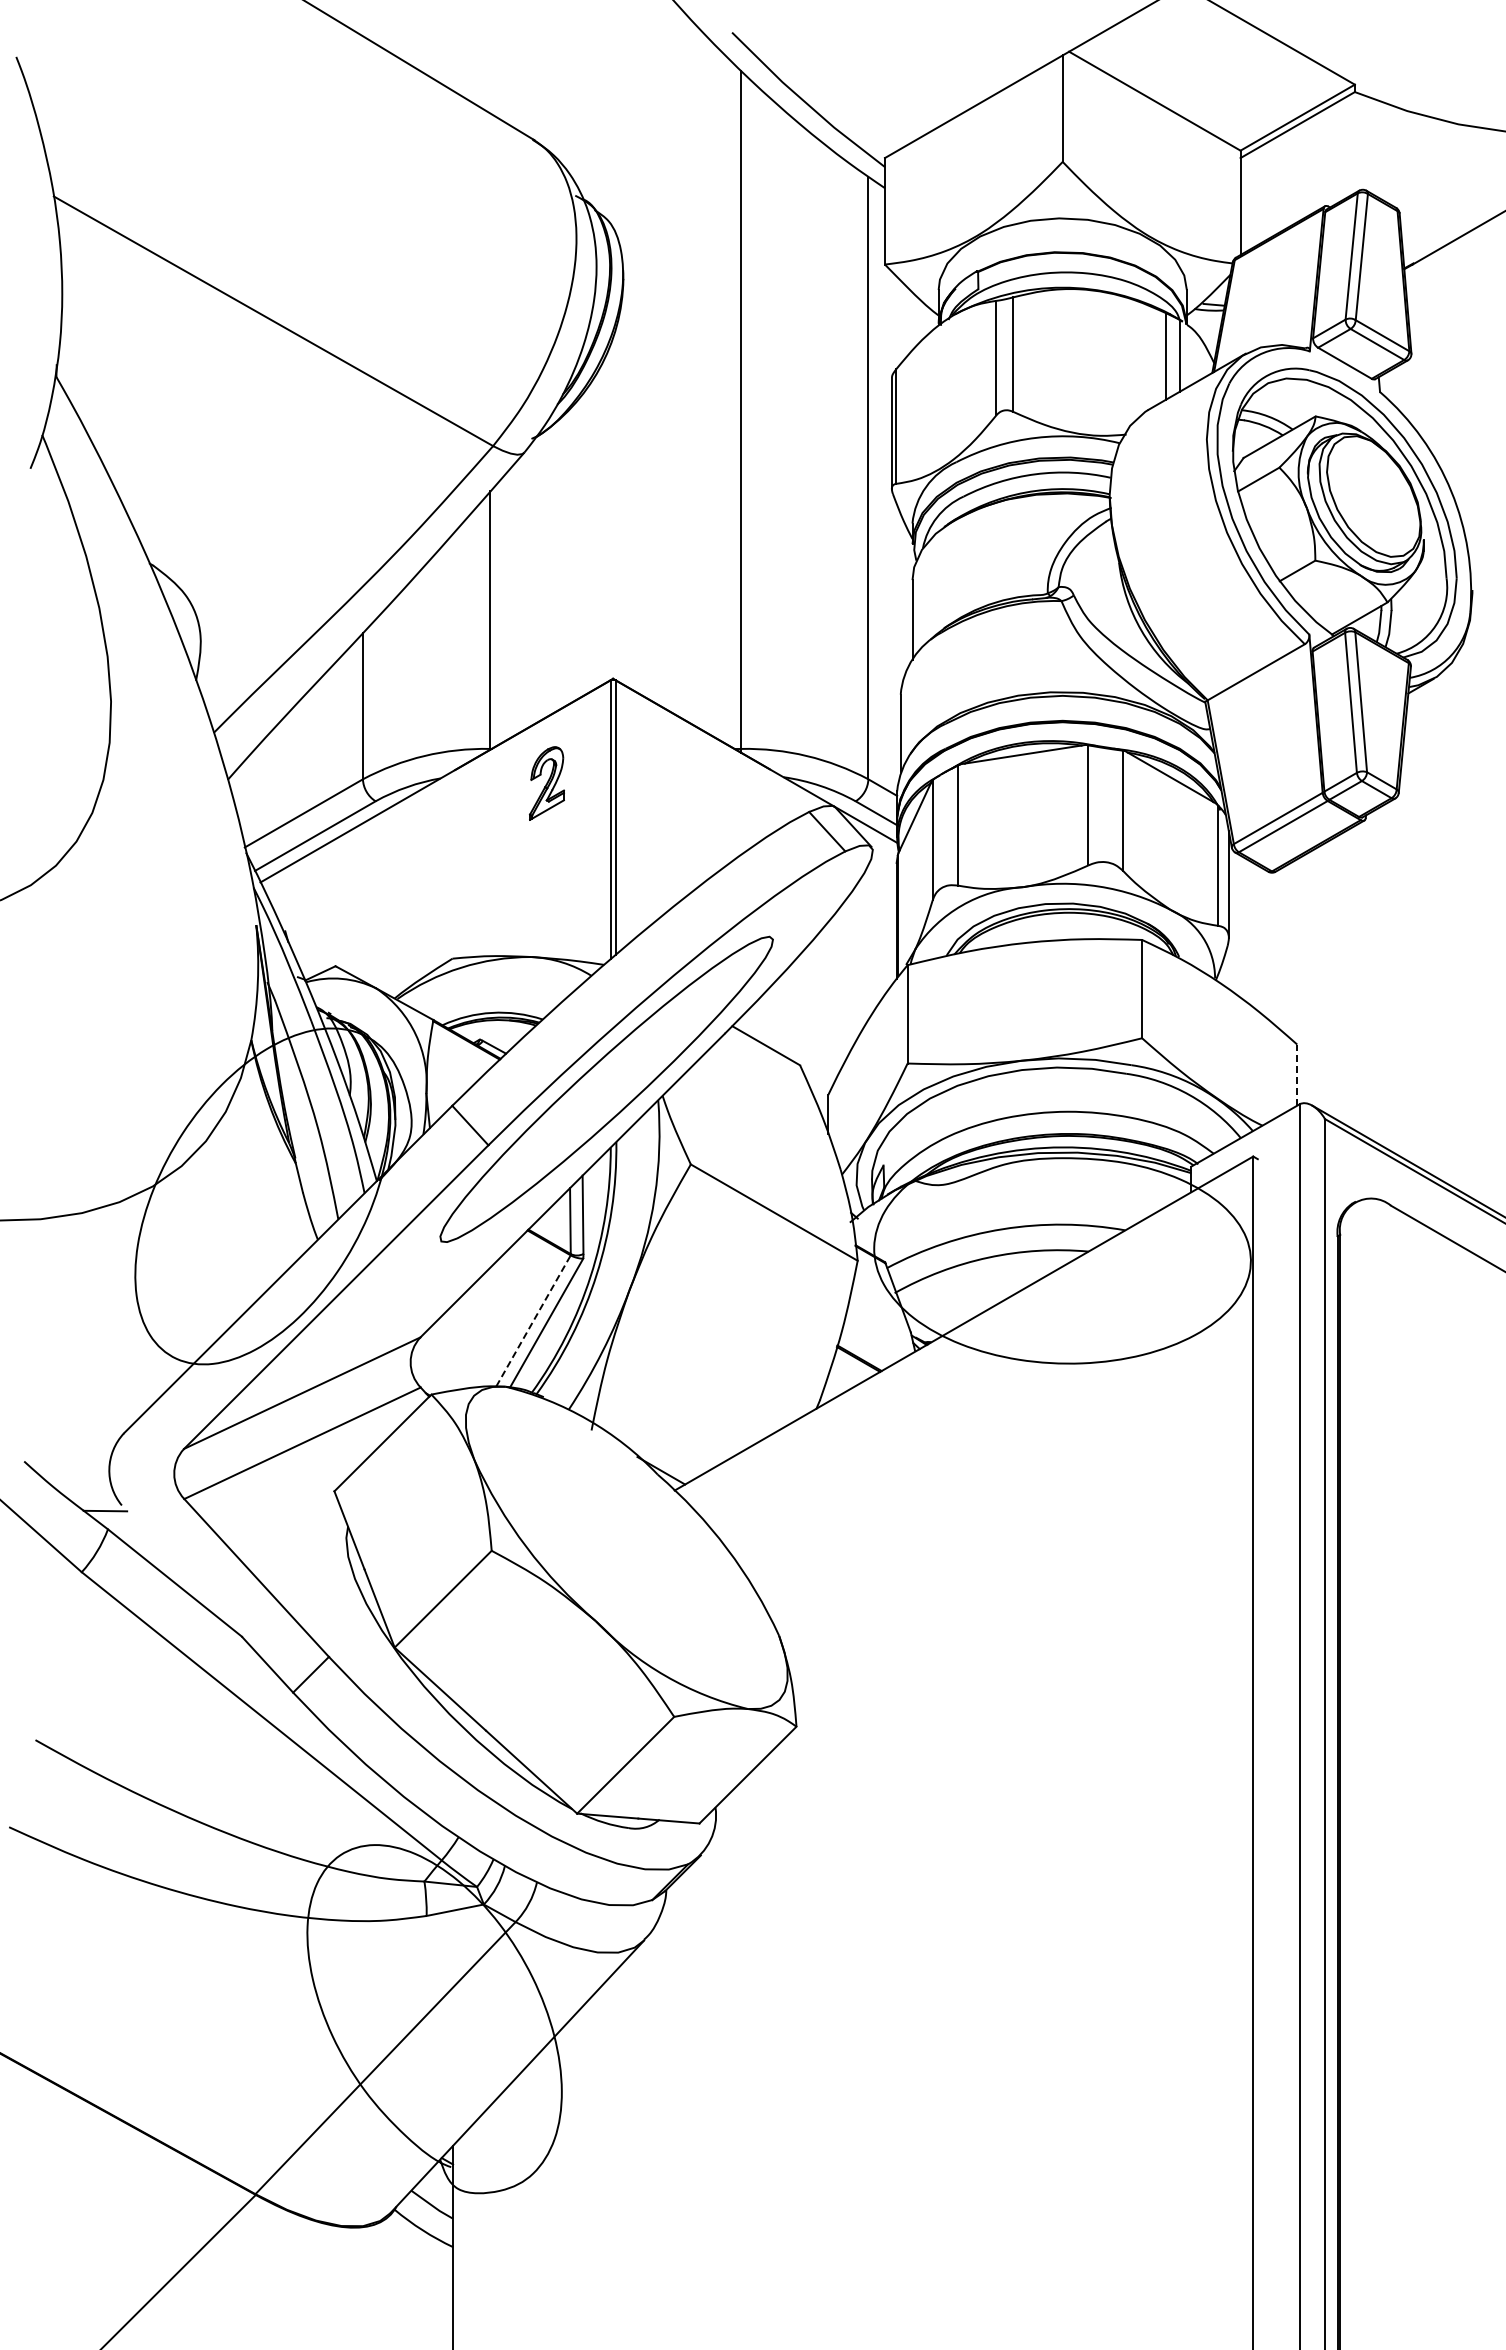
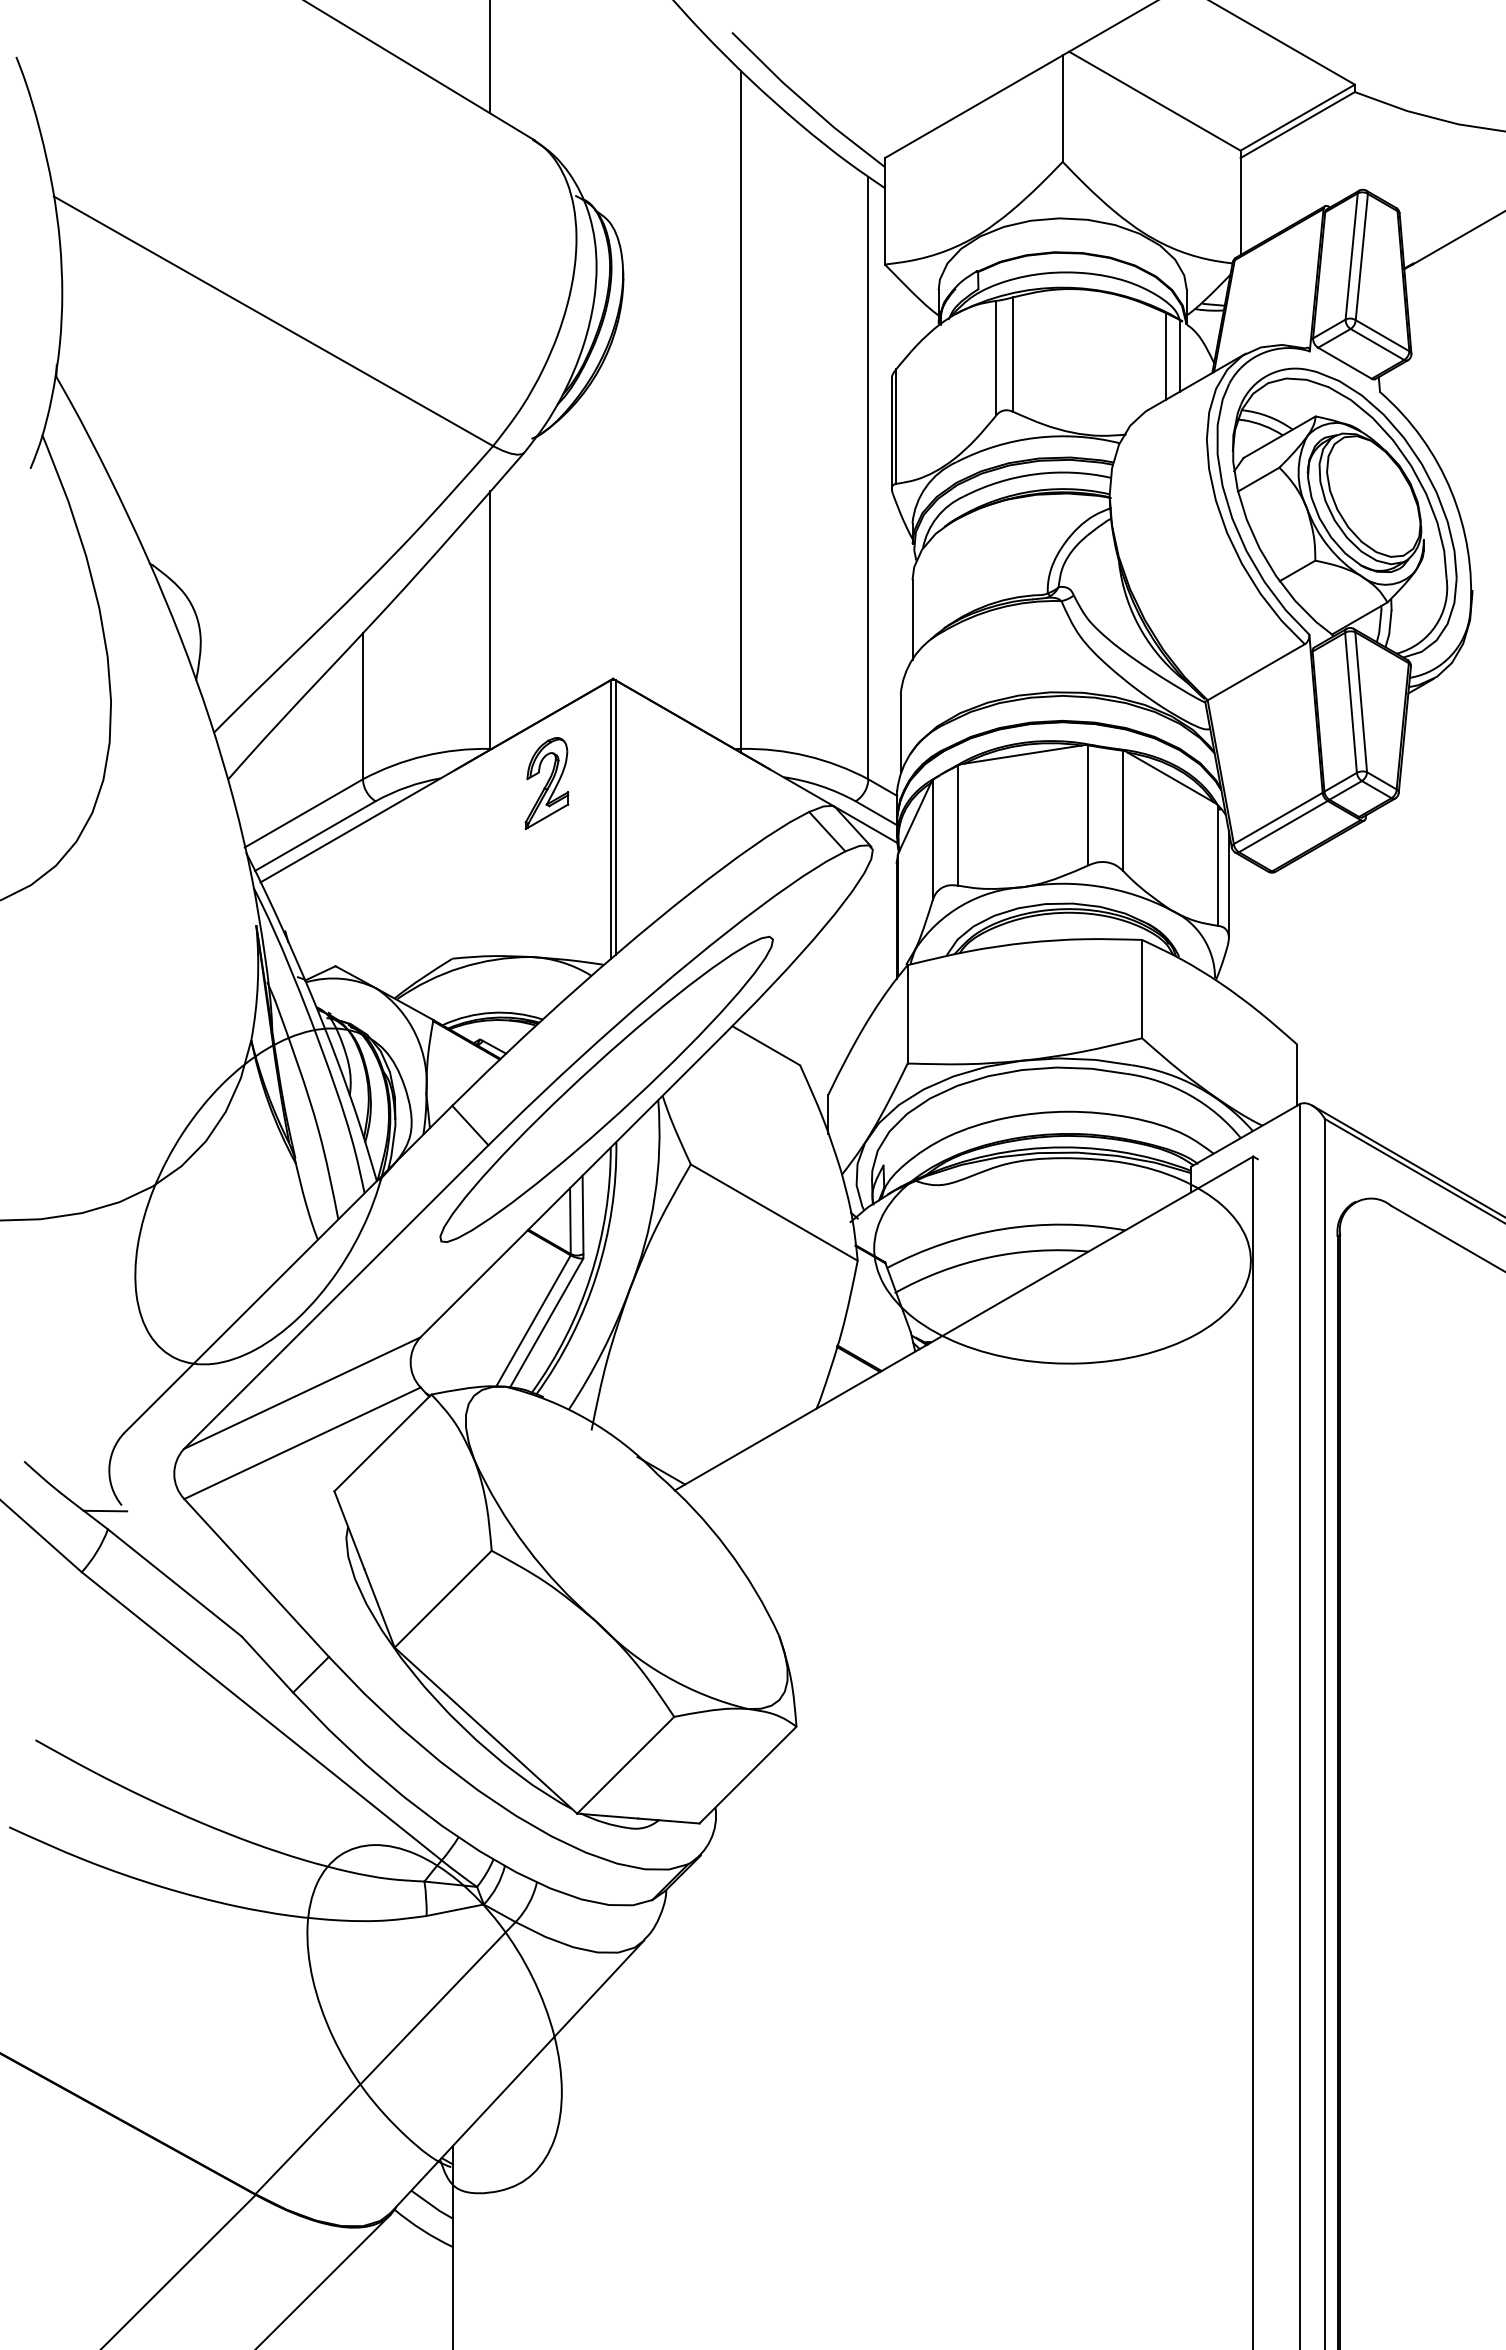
line at (489, 57): none -> present
part at (546, 783) size: 36x75 px -> 46x93 px
line at (1297, 1075): dashed -> solid
line at (533, 1320): dashed -> solid
line at (324, 2280): none -> present
